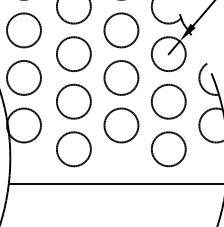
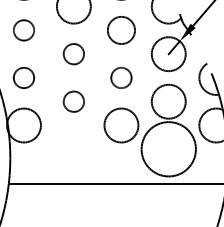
circle at (23, 30) diameter: 34 px -> 20 px
circle at (121, 30) size: 37x37 px -> 29x29 px
circle at (73, 54) diameter: 34 px -> 20 px
circle at (23, 77) diameter: 34 px -> 20 px
circle at (121, 77) diameter: 34 px -> 20 px
circle at (73, 101) diameter: 34 px -> 20 px
circle at (73, 149): present -> none
circle at (168, 149) diameter: 34 px -> 54 px
